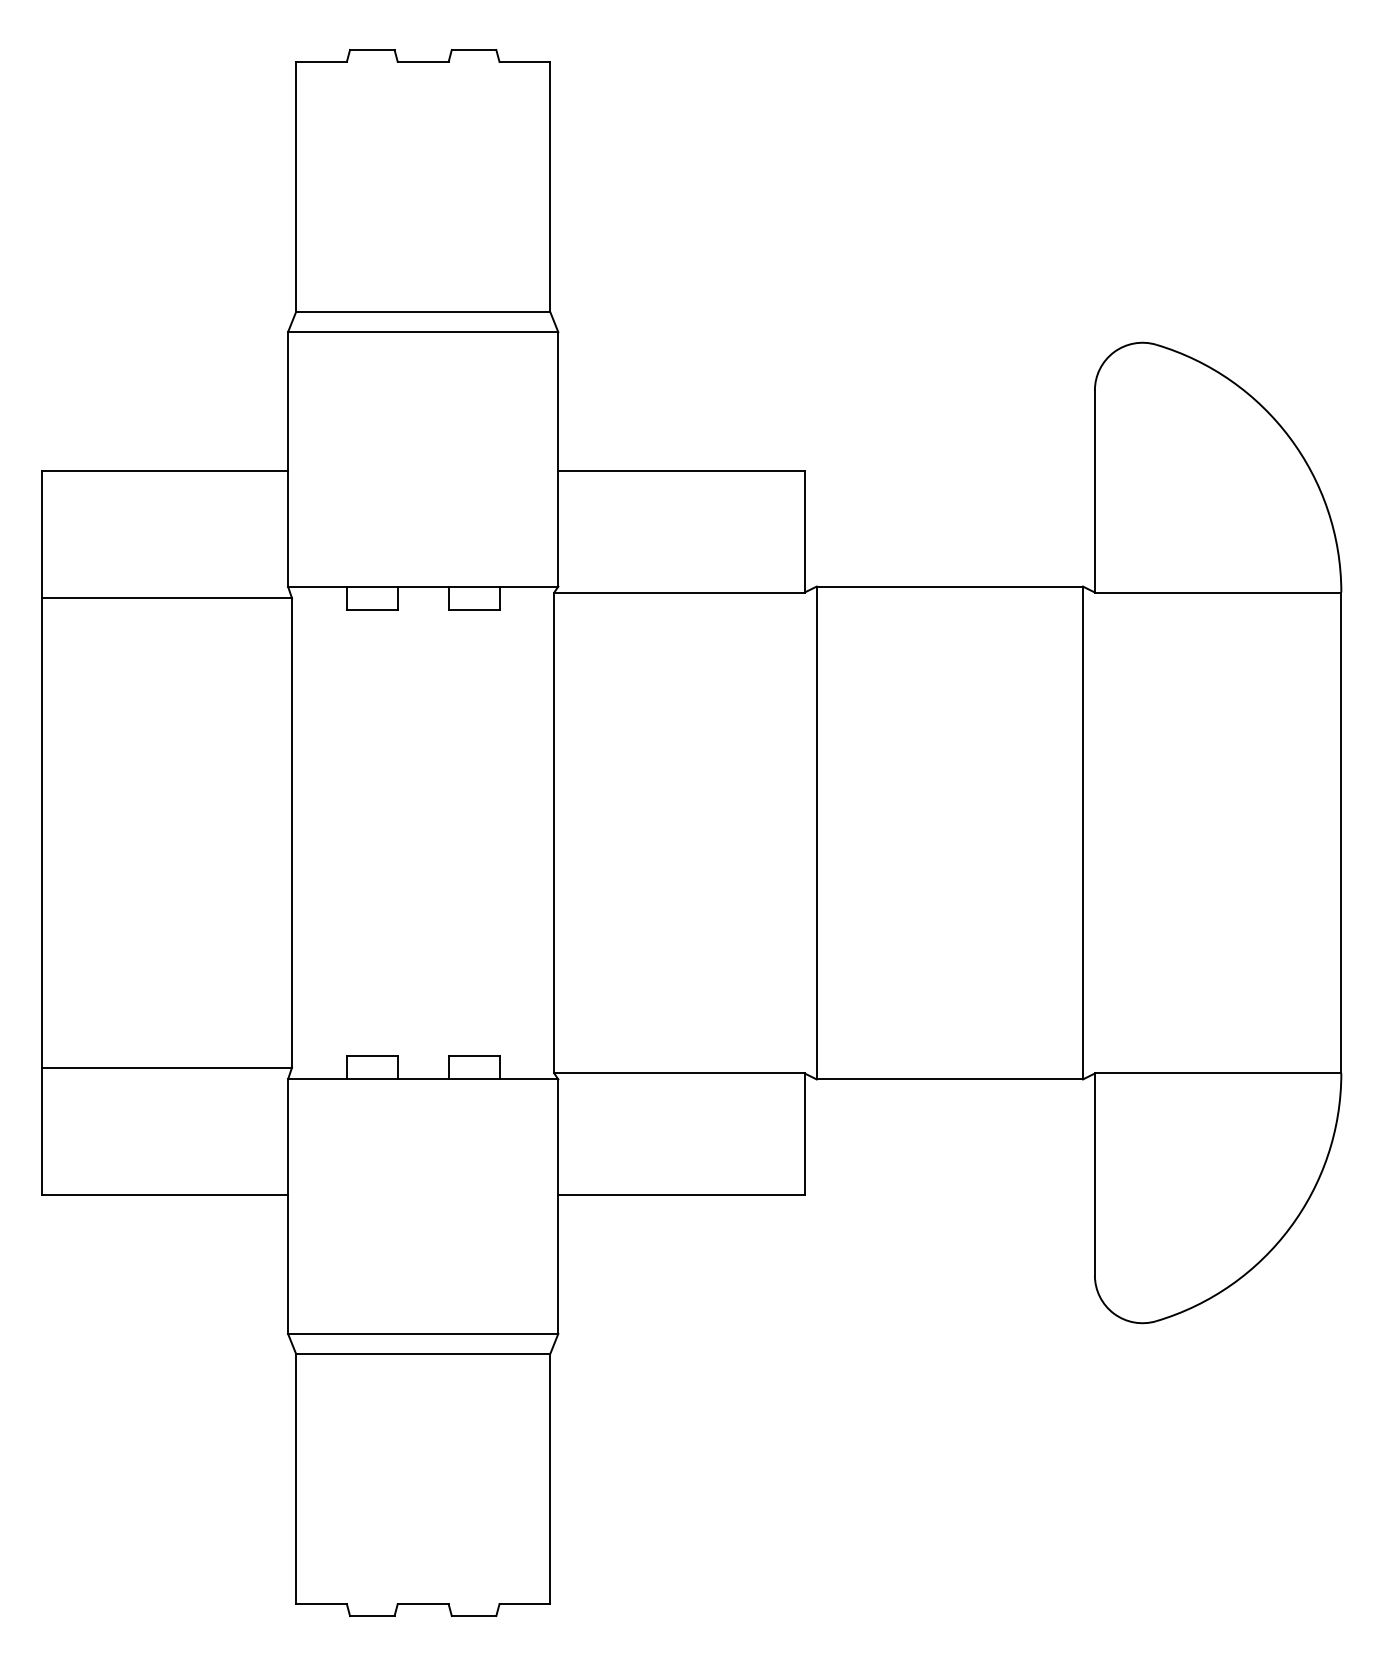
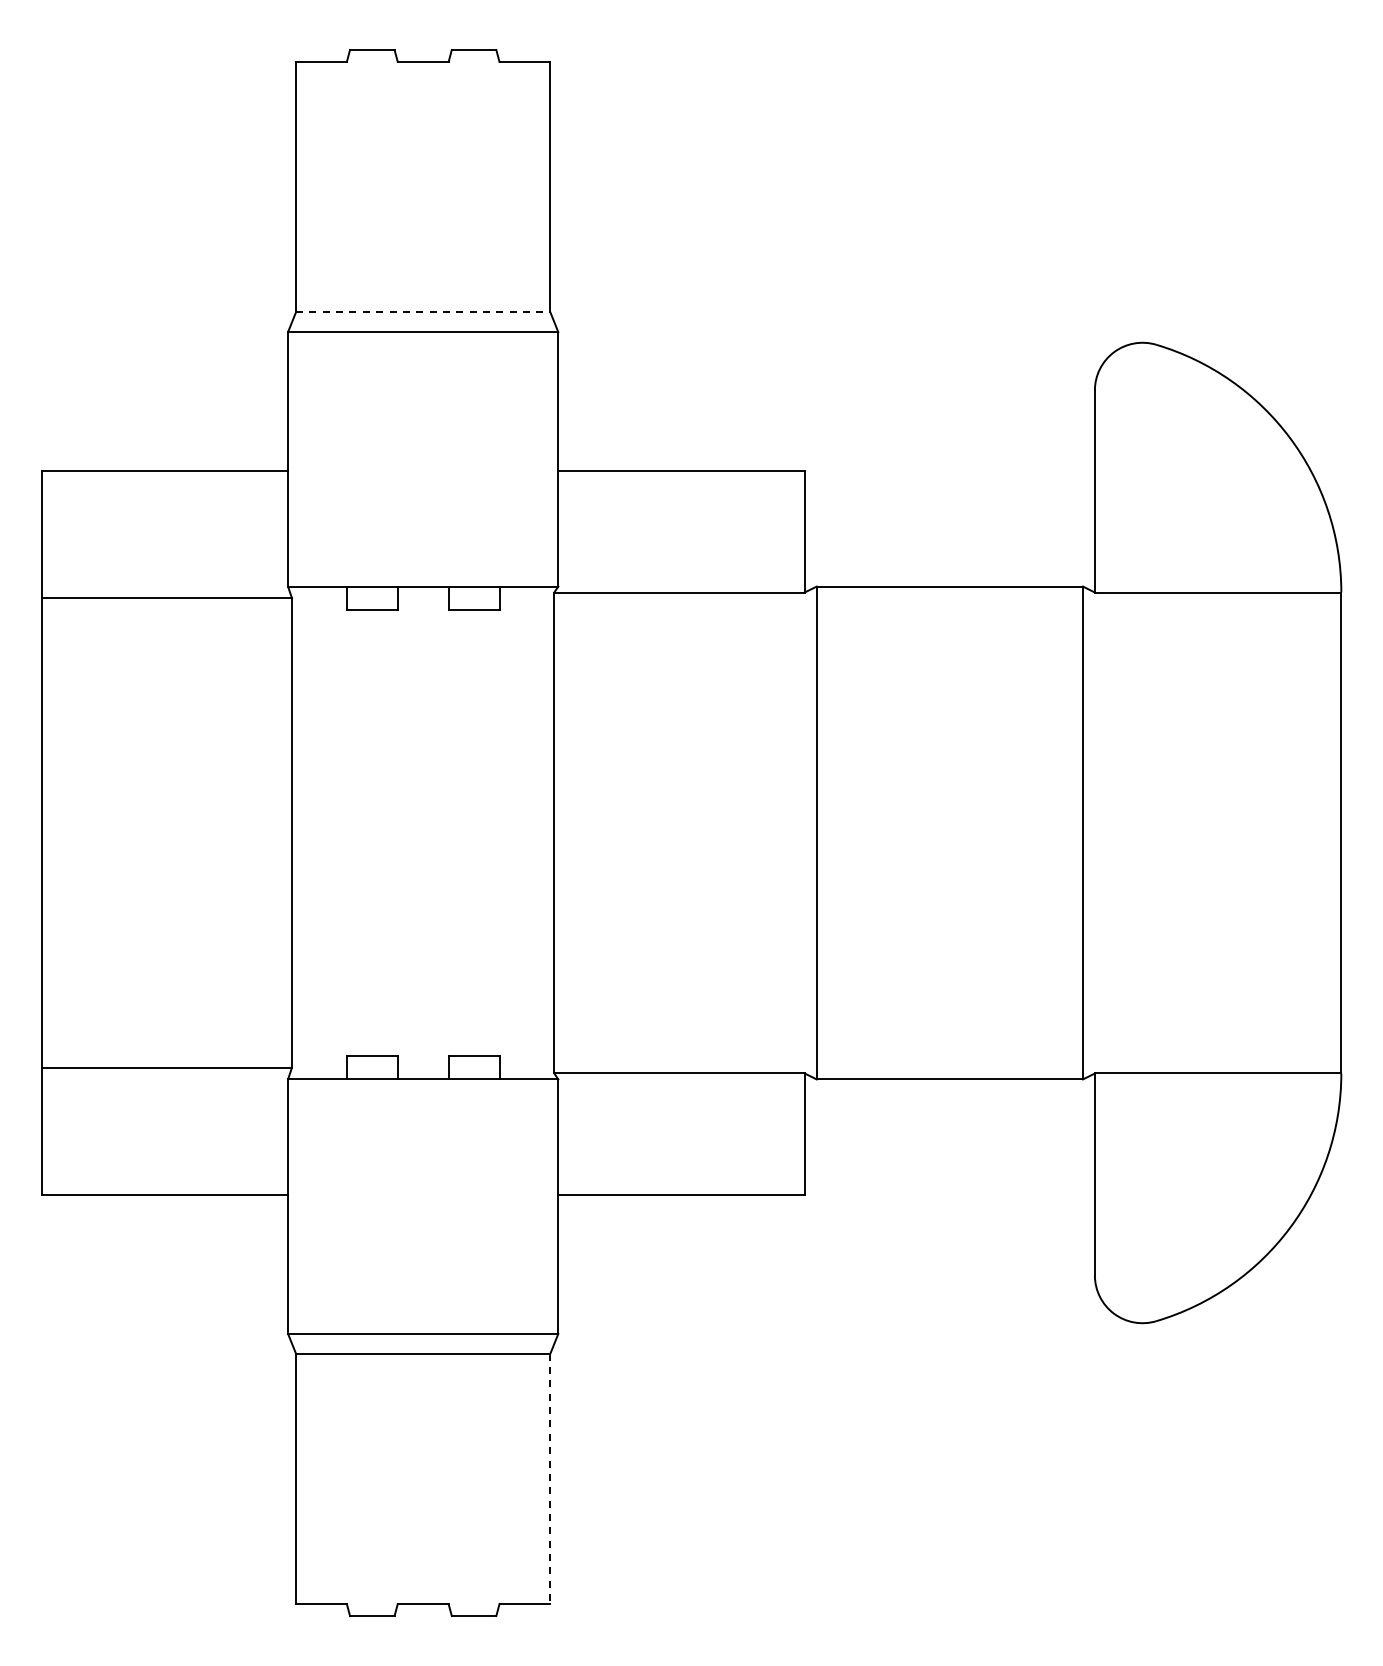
line at (423, 312): solid -> dashed
line at (550, 1479): solid -> dashed
